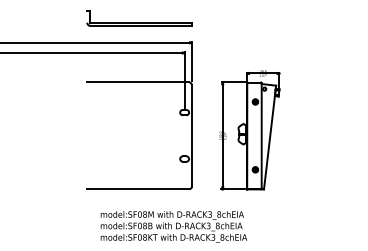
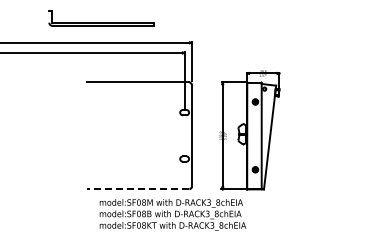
part at (139, 18) position: (139, 18) -> (101, 18)
line at (137, 189): solid -> dashed
text at (173, 226) position: (173, 226) -> (172, 214)
